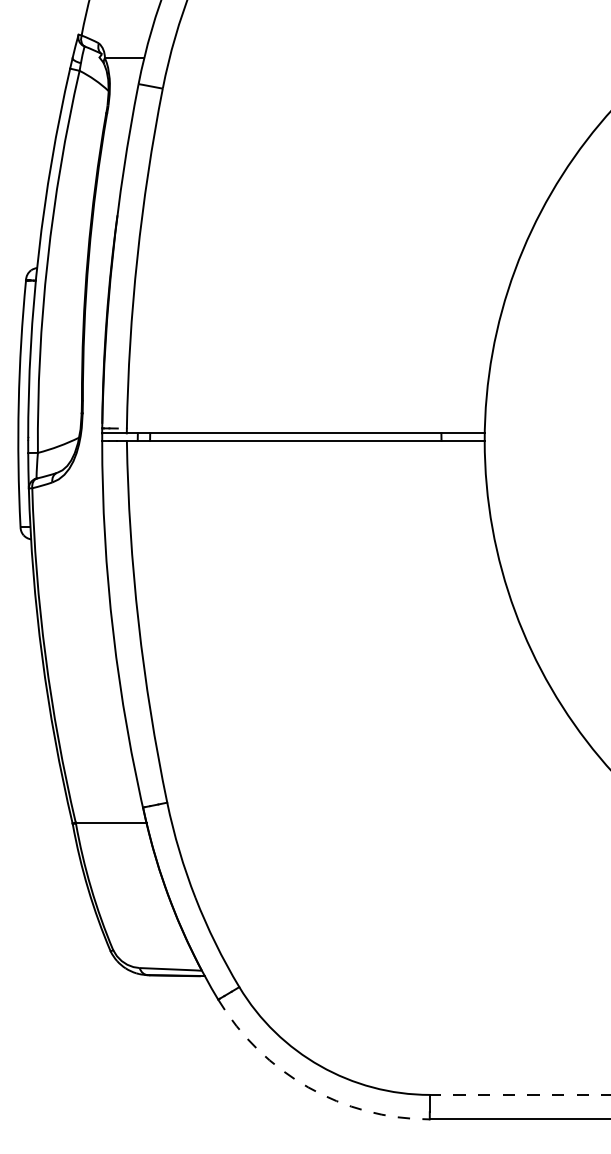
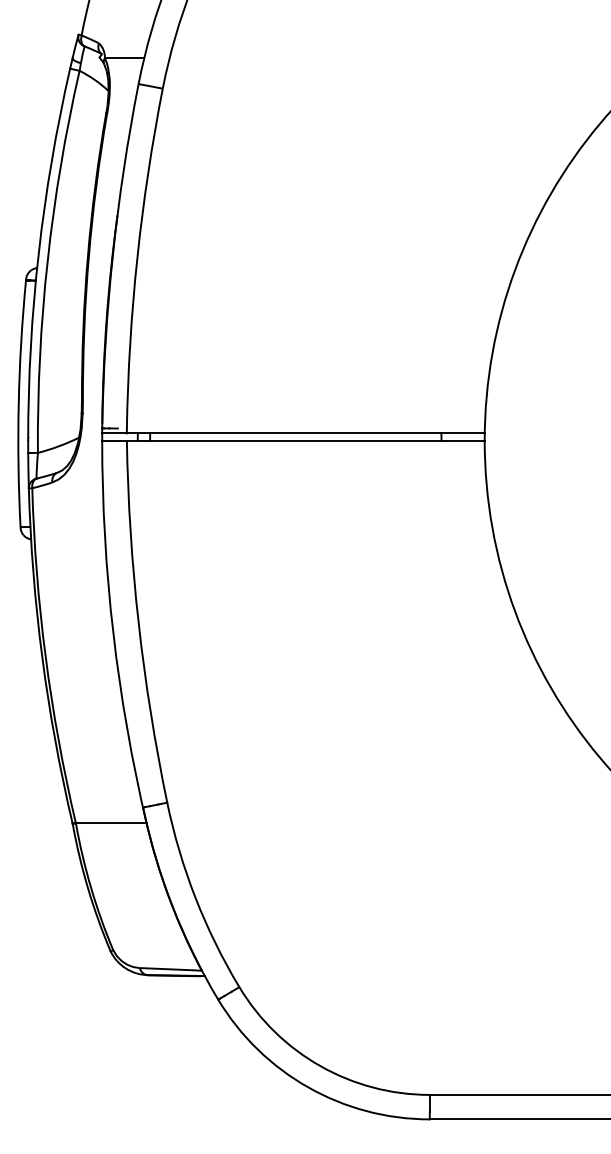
arc at (308, 1087): dashed -> solid
line at (519, 1094): dashed -> solid
